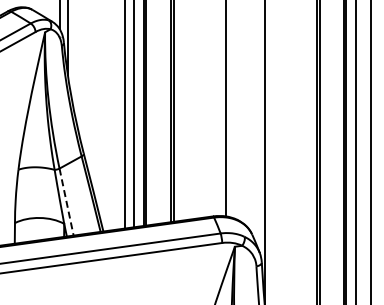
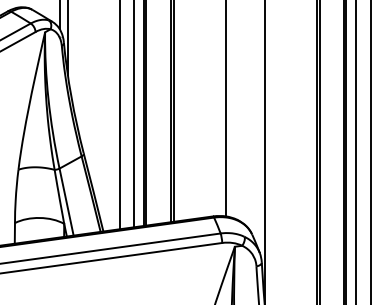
line at (124, 115) position: (124, 115) -> (119, 115)
line at (66, 202): dashed -> solid
